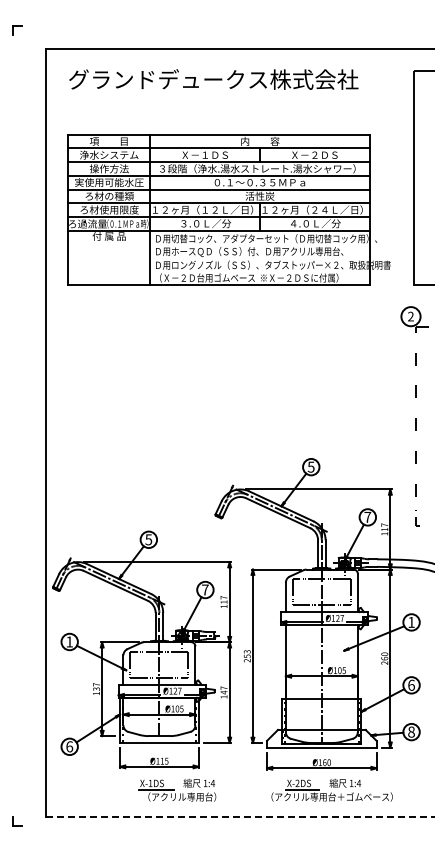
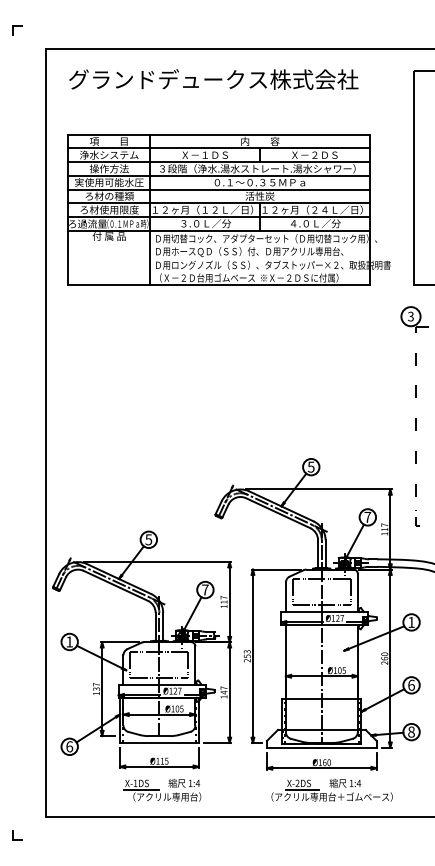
text at (410, 317): 2 -> 3
part at (177, 789) position: (177, 789) -> (162, 789)
line at (240, 816): dashed -> solid
part at (17, 821) position: (17, 821) -> (17, 835)
